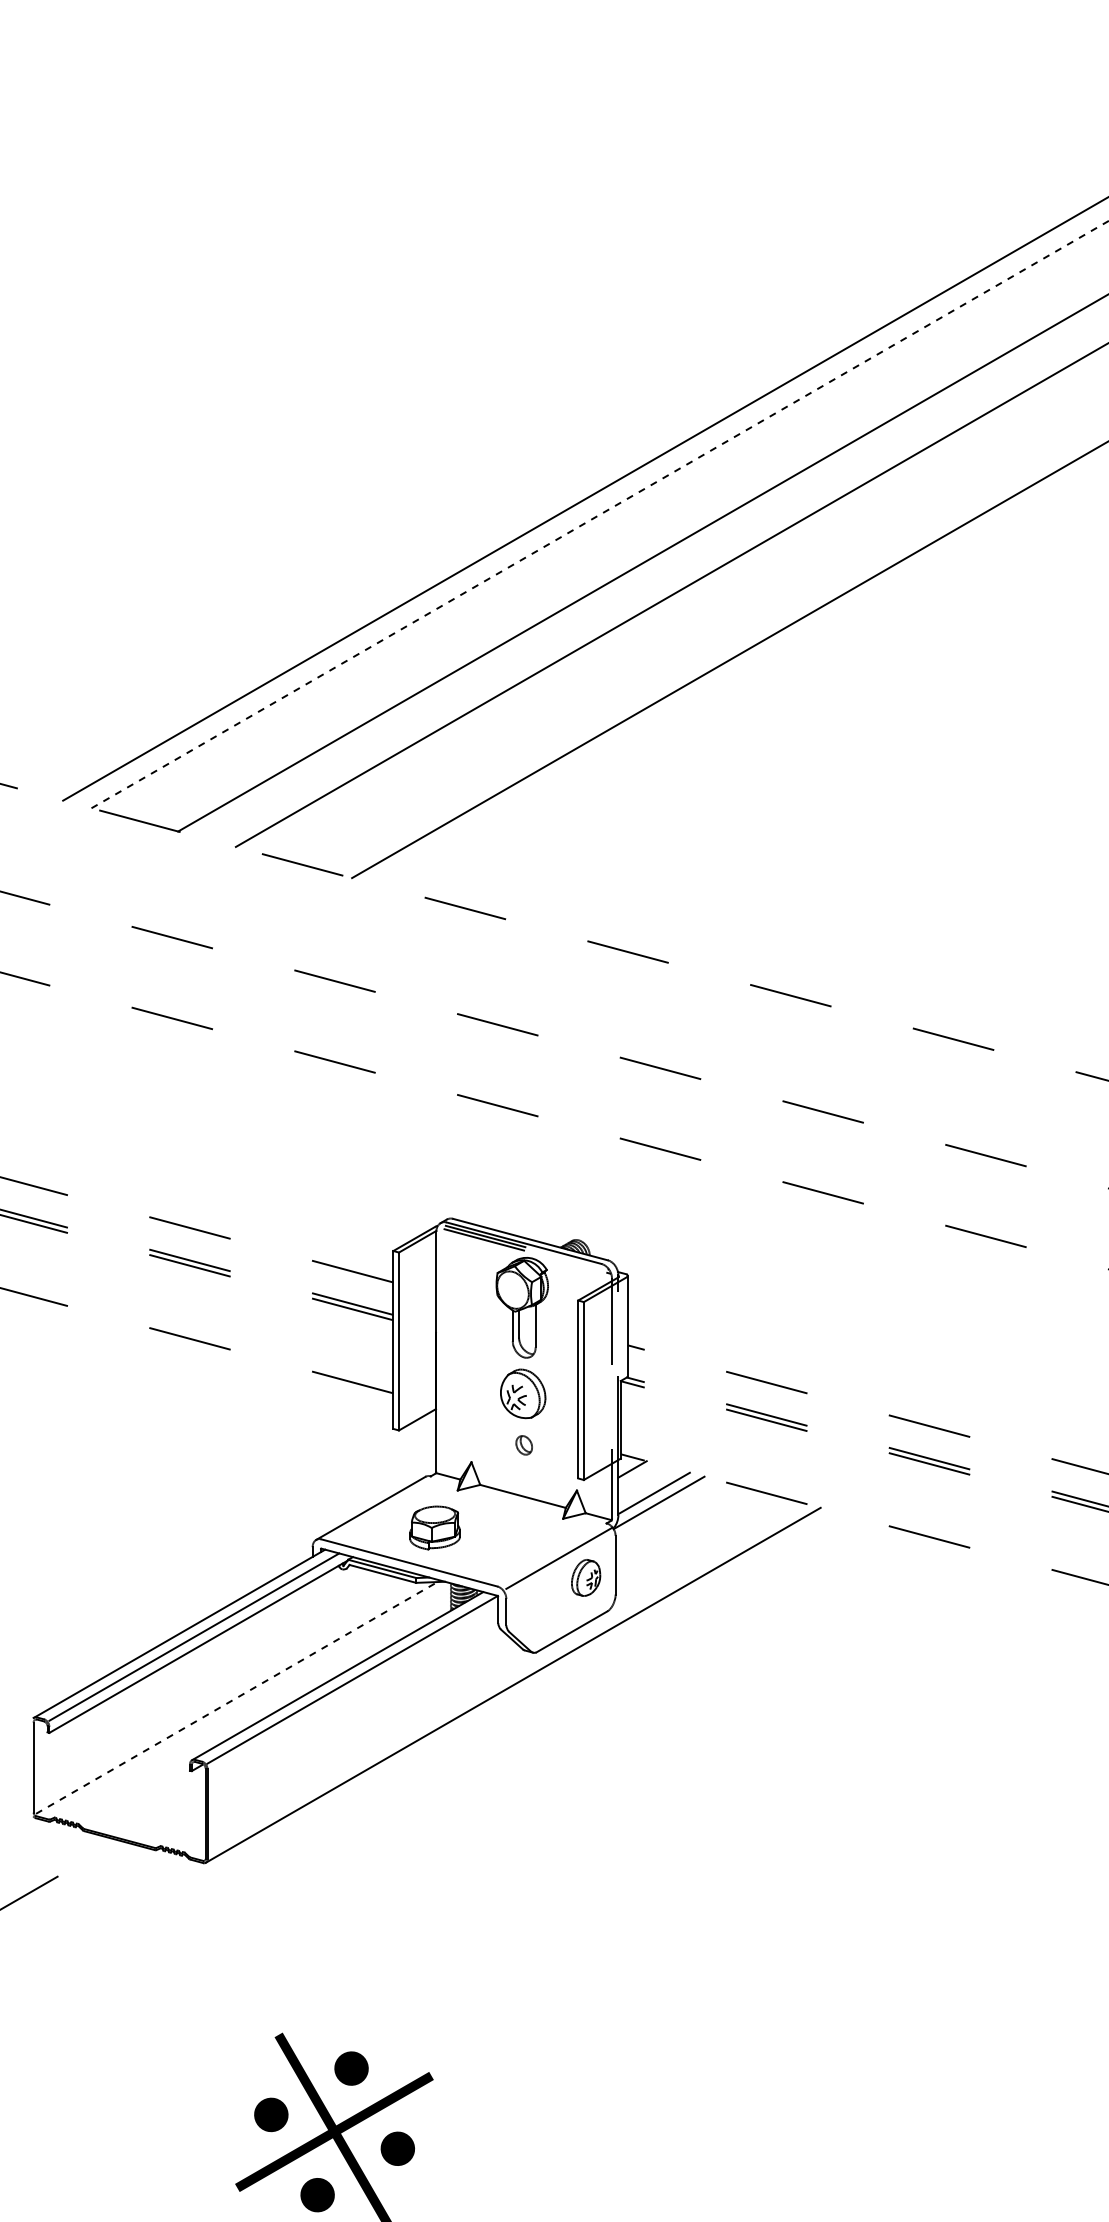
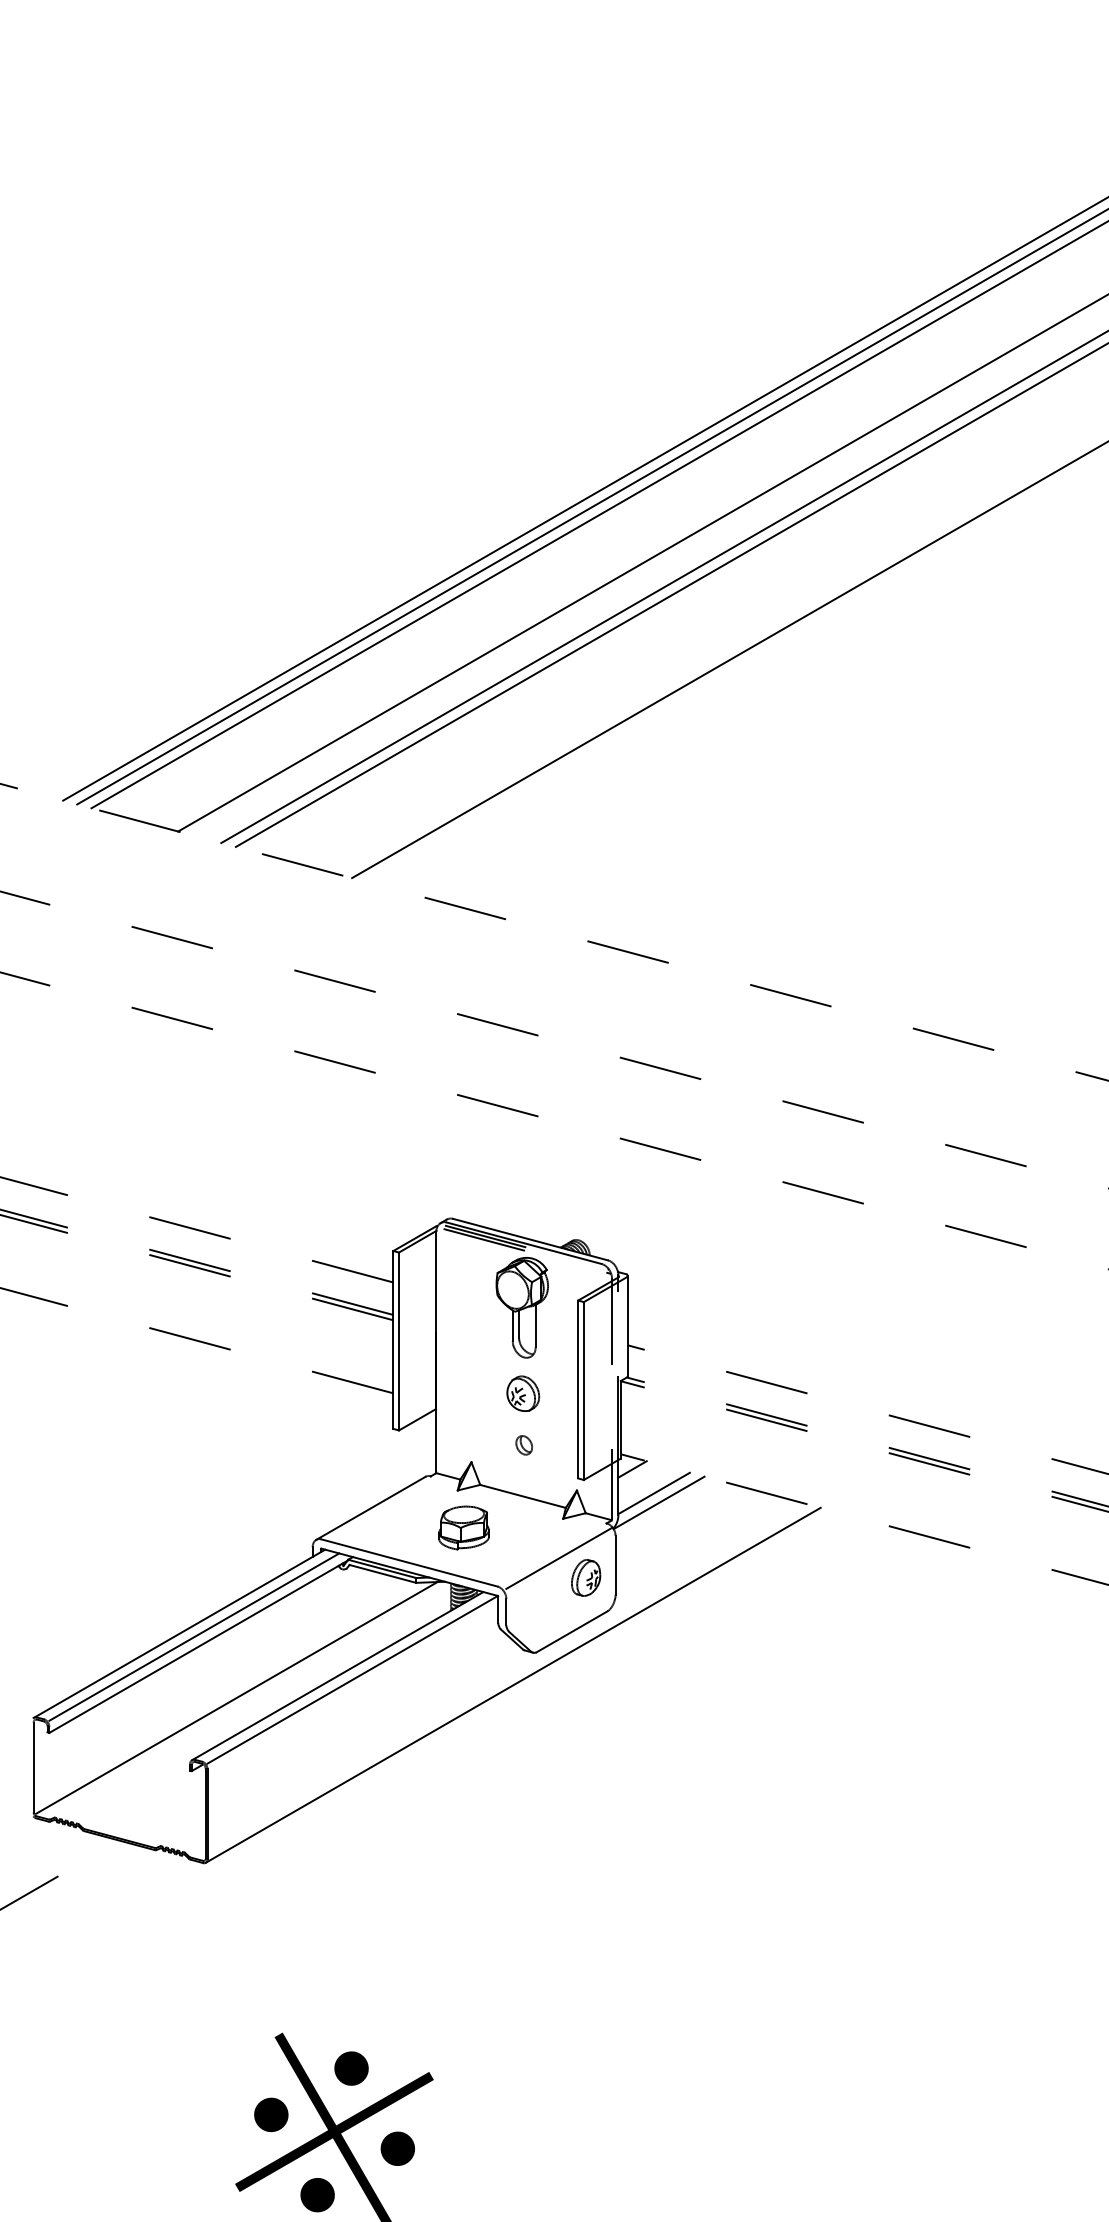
line at (591, 507): none -> present
line at (600, 514): dashed -> solid
line at (663, 587): none -> present
part at (523, 1393) size: 47x52 px -> 35x37 px
part at (434, 1527) position: (434, 1527) -> (463, 1527)
line at (236, 1697): dashed -> solid
